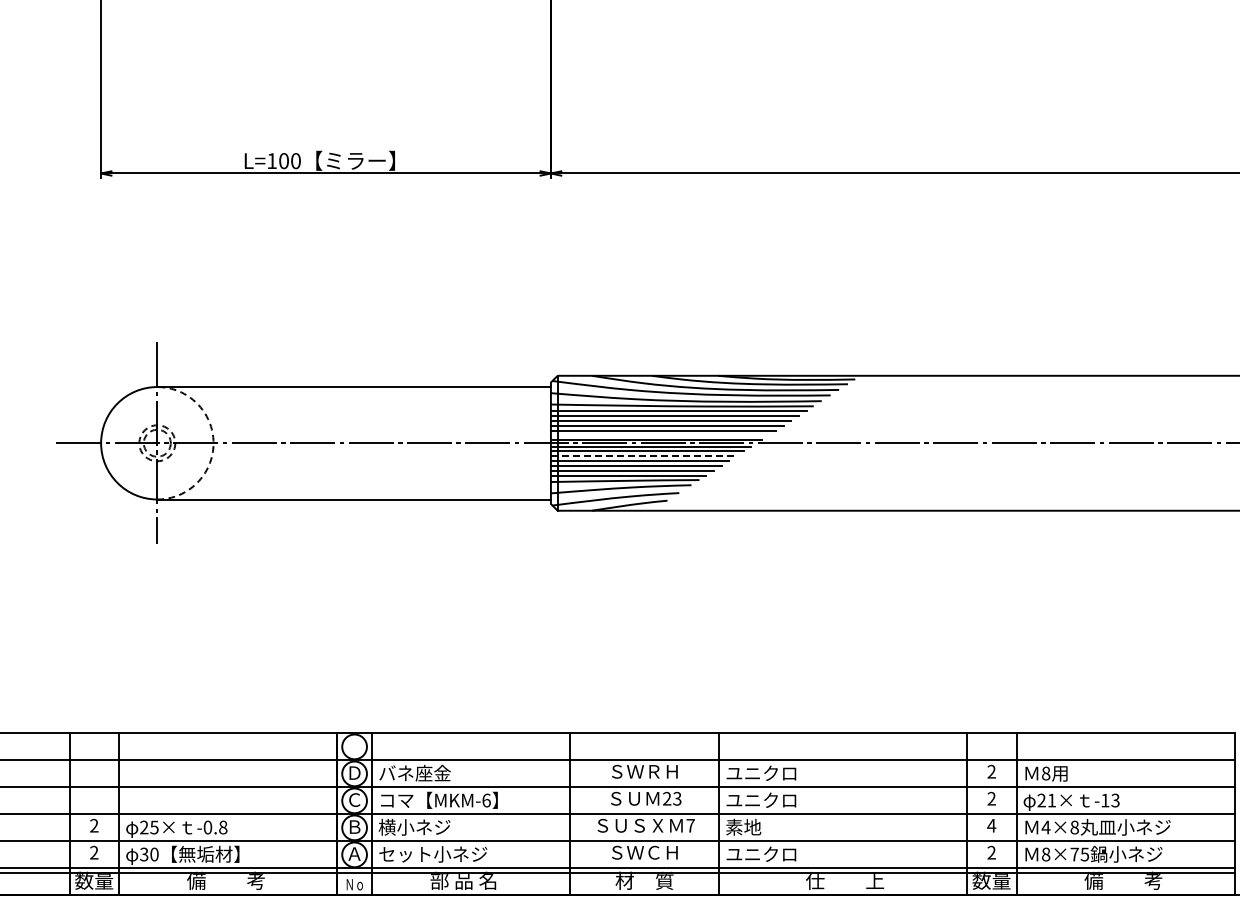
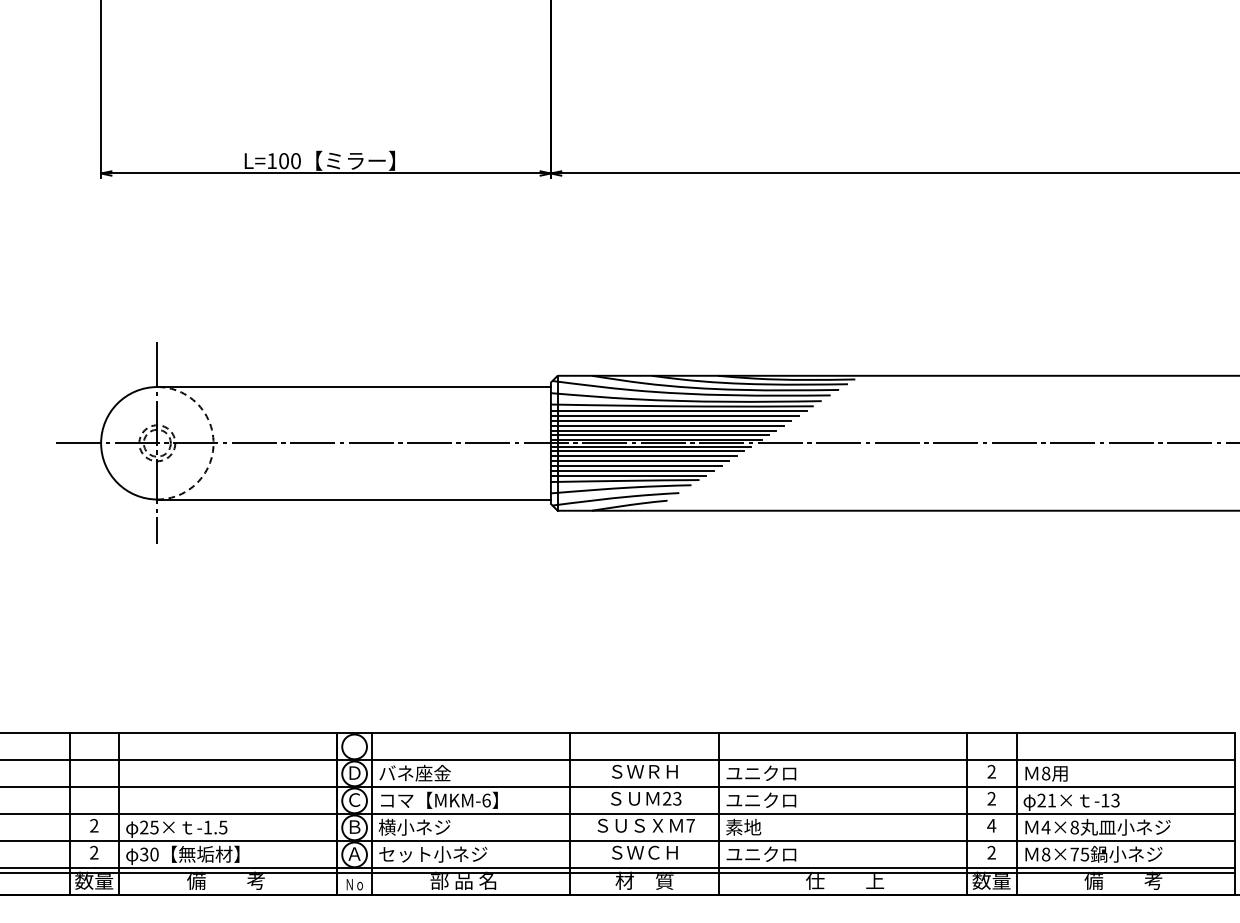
line at (659, 435): none -> present
line at (644, 455): dashed -> solid
text at (215, 827): -0.8 -> -1.5
